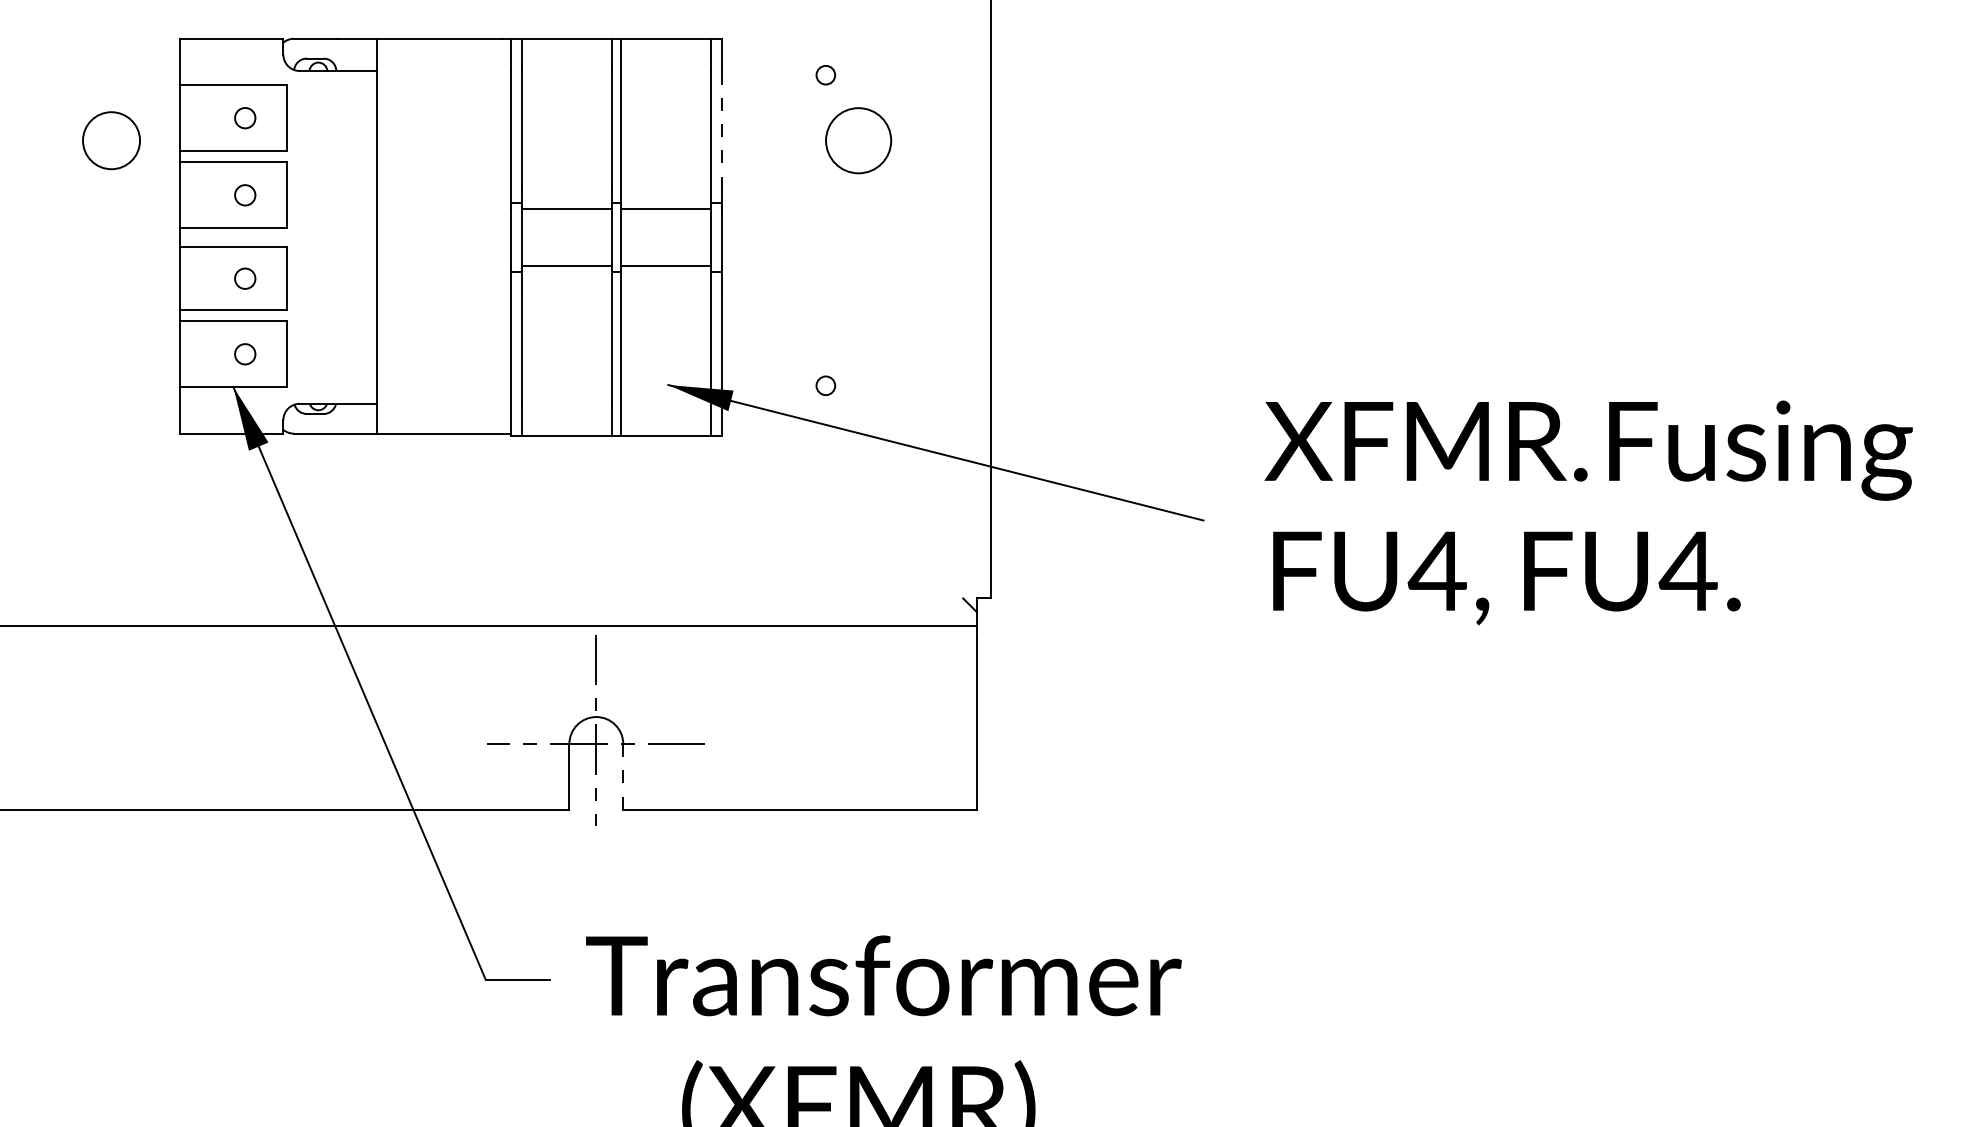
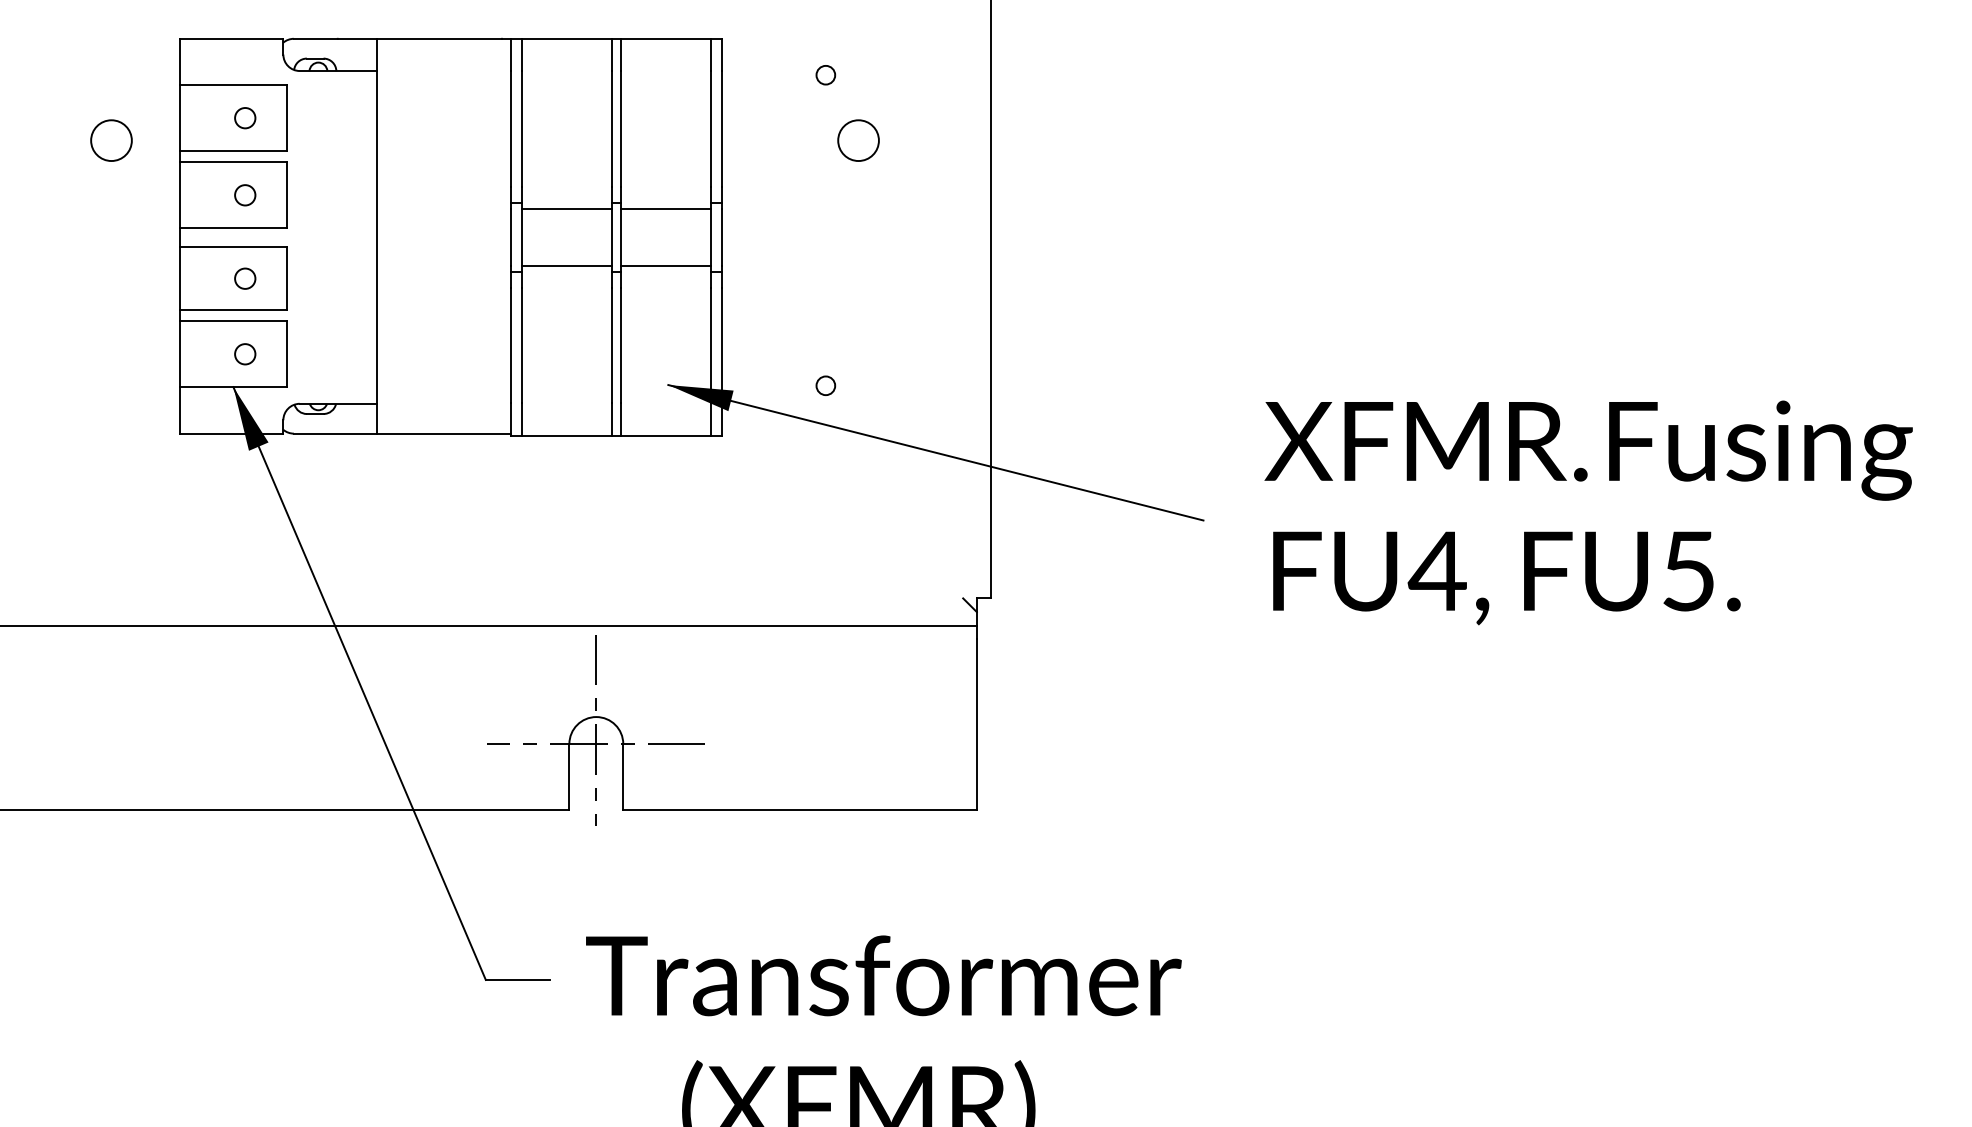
line at (721, 129): dashed -> solid
circle at (111, 140) size: 59x60 px -> 43x43 px
circle at (858, 140) size: 68x68 px -> 43x43 px
text at (1687, 571): FU4. -> FU5.
line at (623, 776): dashed -> solid
